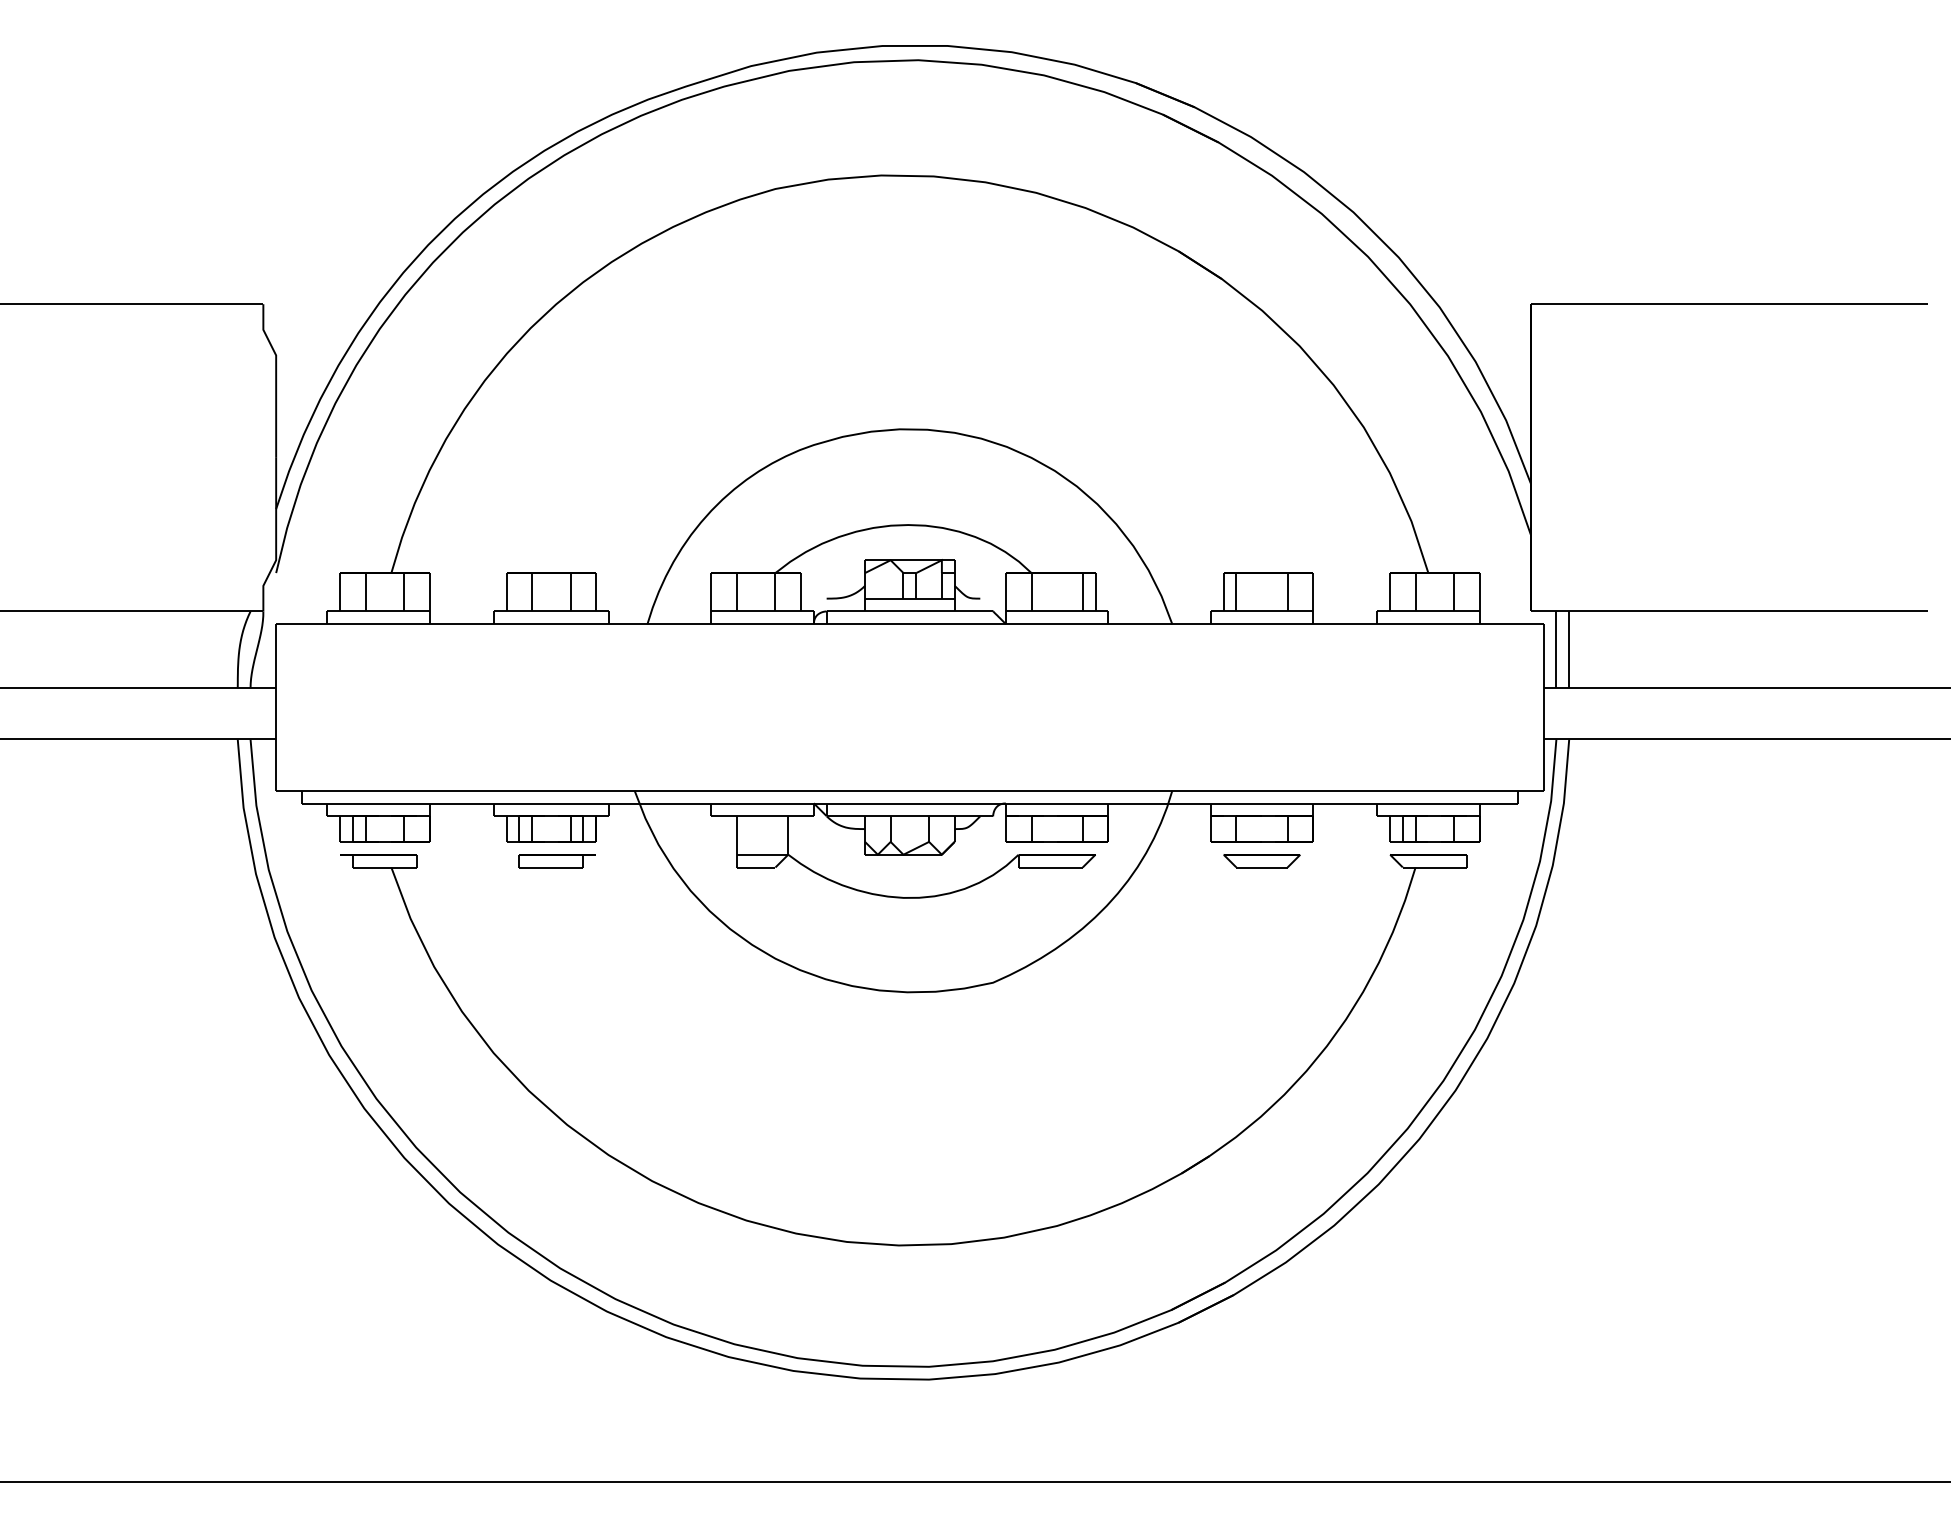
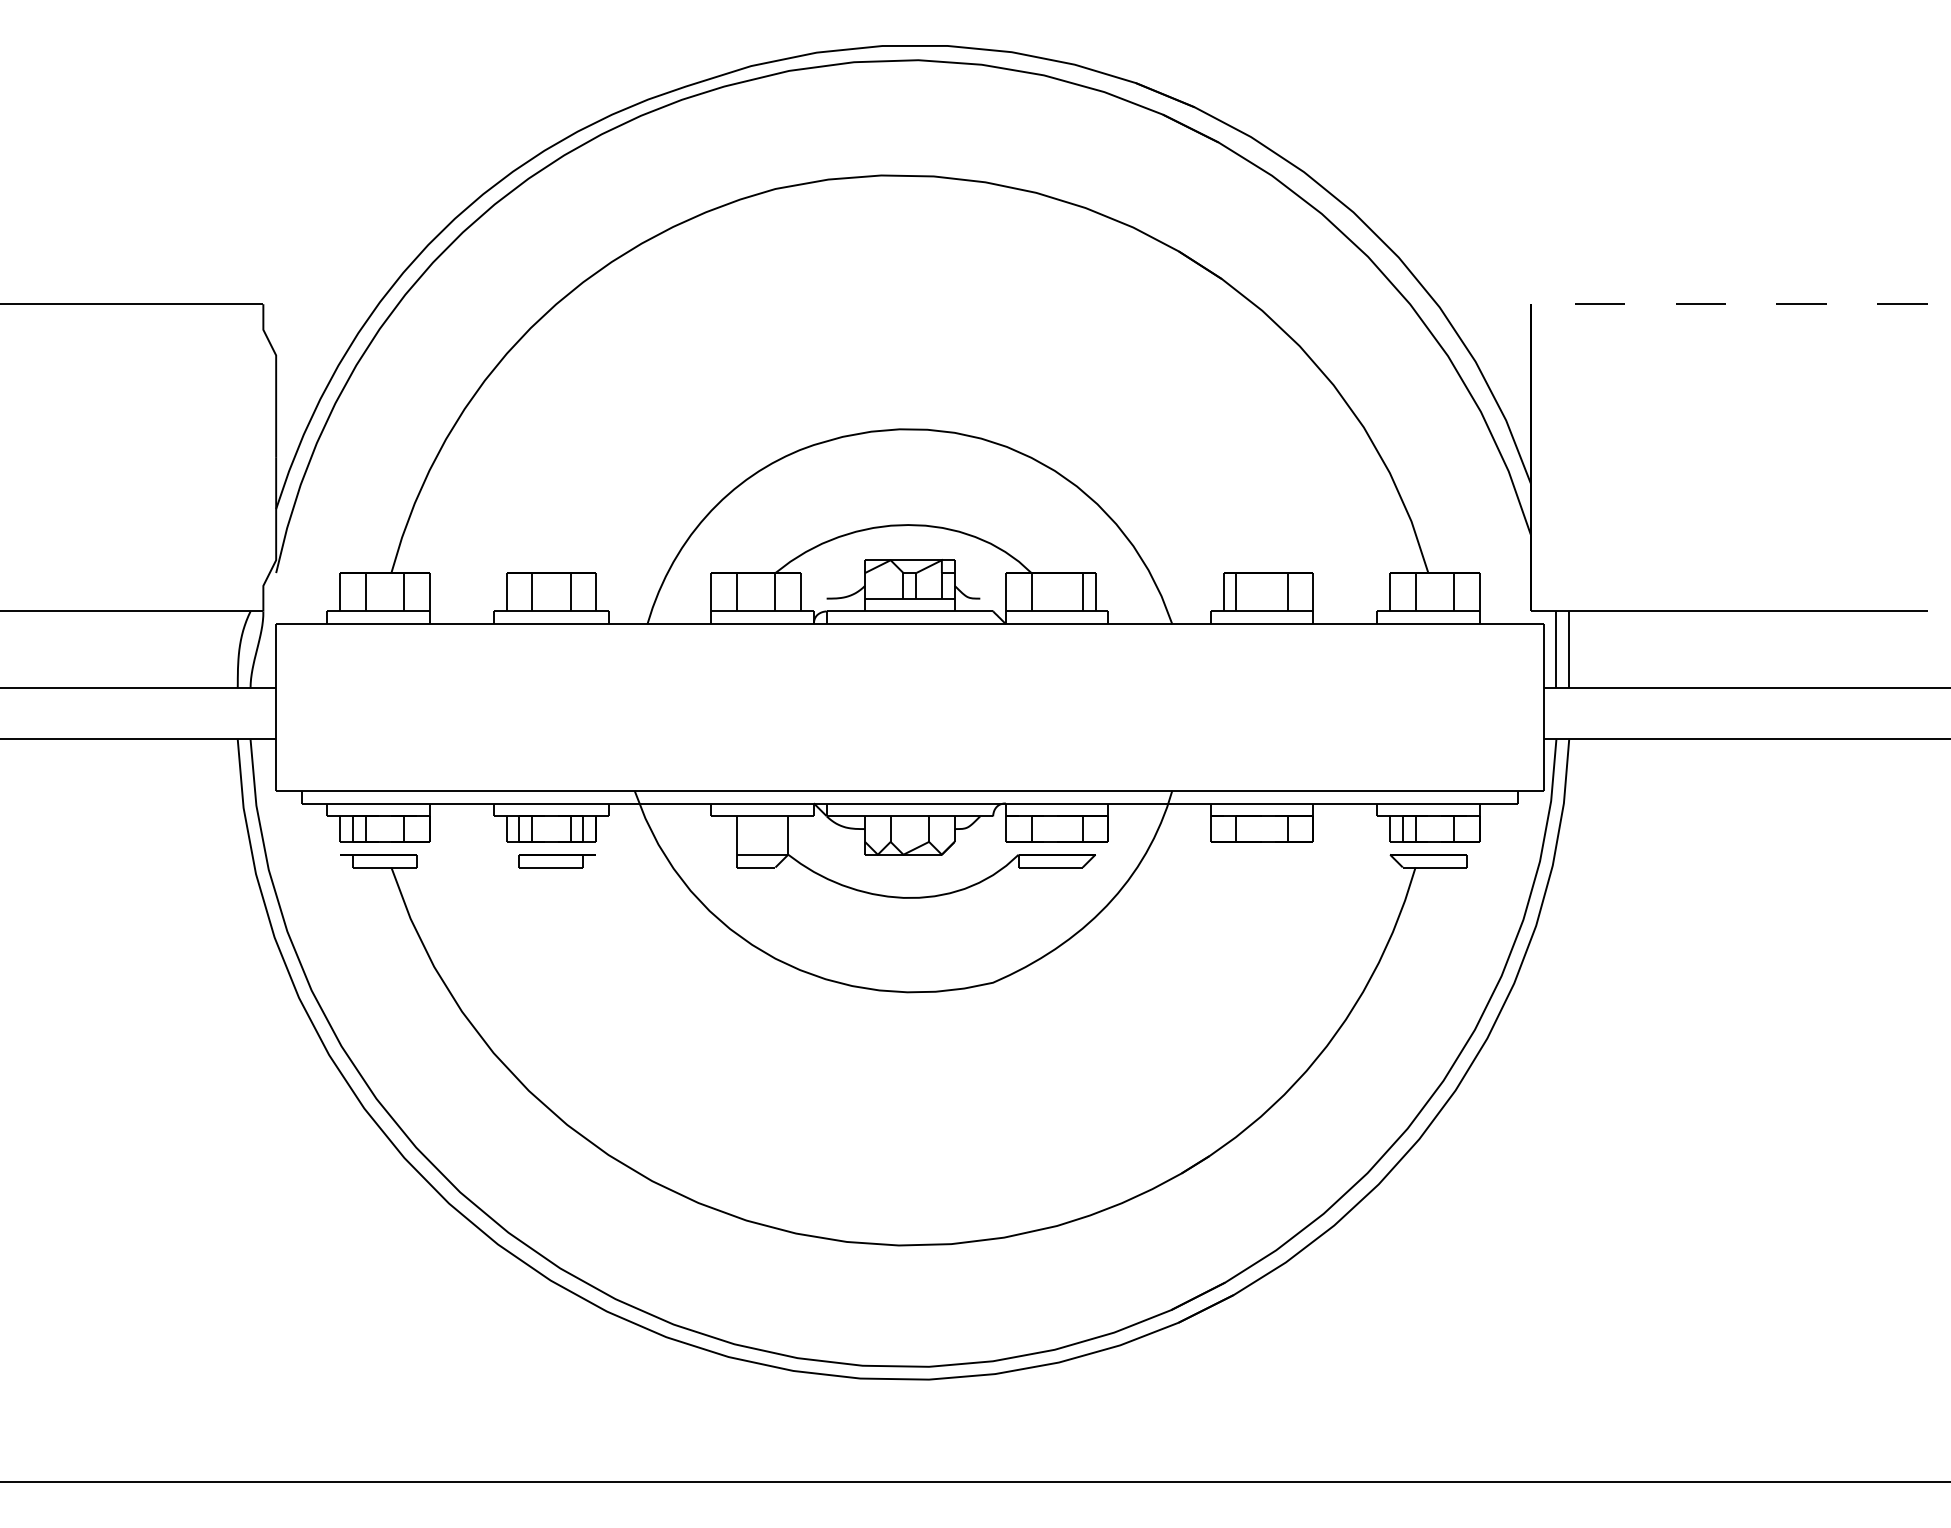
line at (1728, 304): solid -> dashed
part at (1261, 861): present -> none
